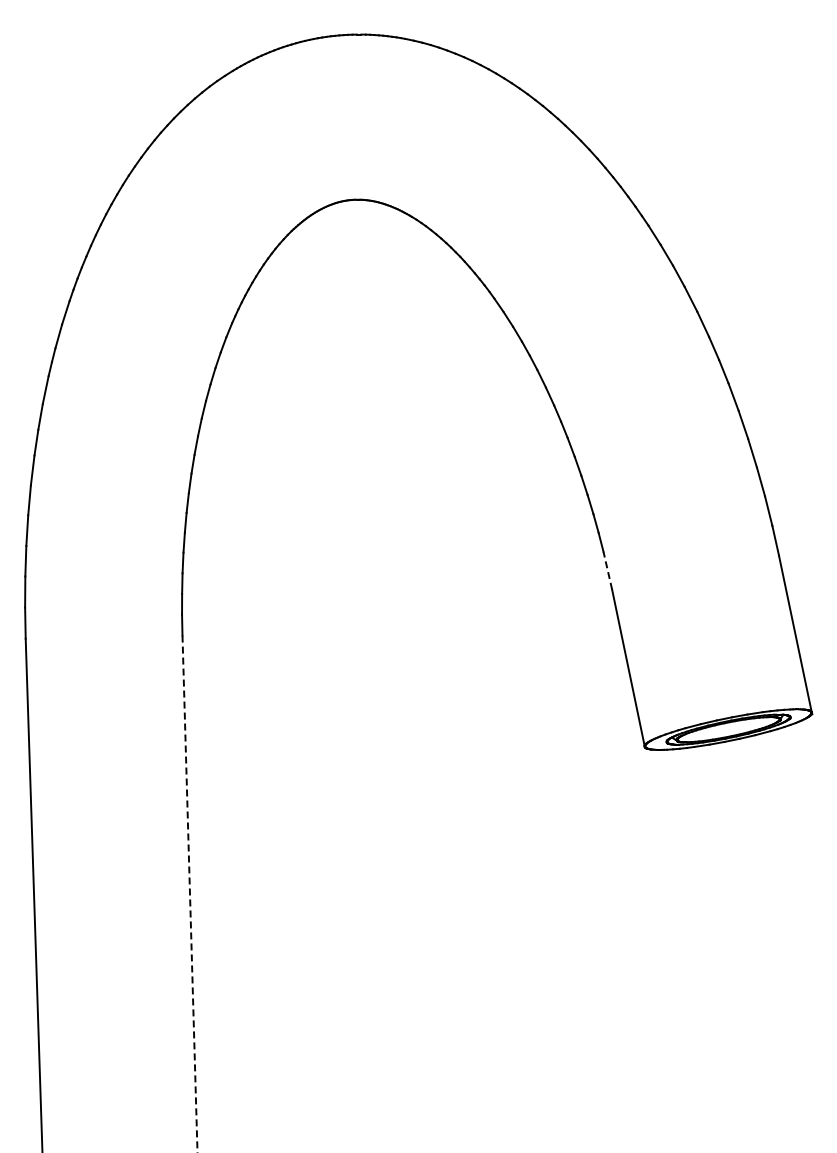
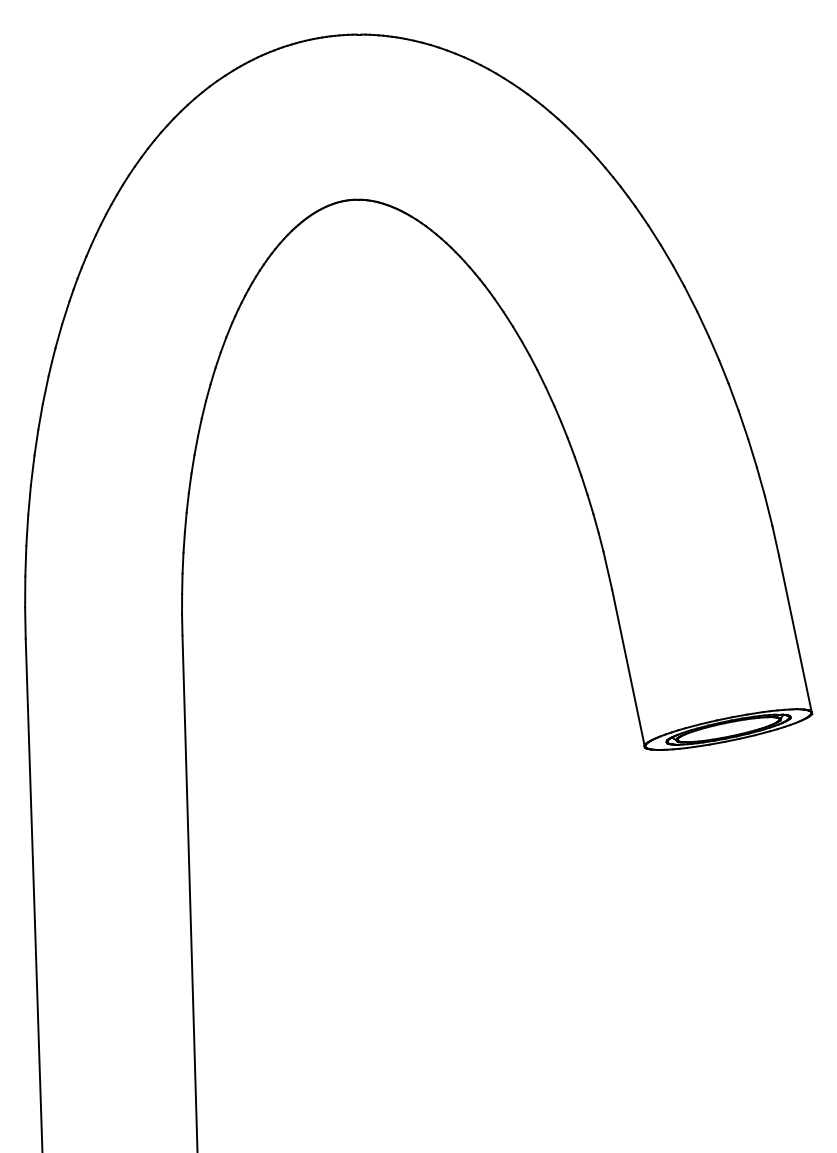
line at (607, 570): dashed -> solid
line at (190, 894): dashed -> solid
